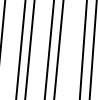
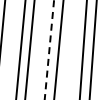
line at (49, 50): solid -> dashed
